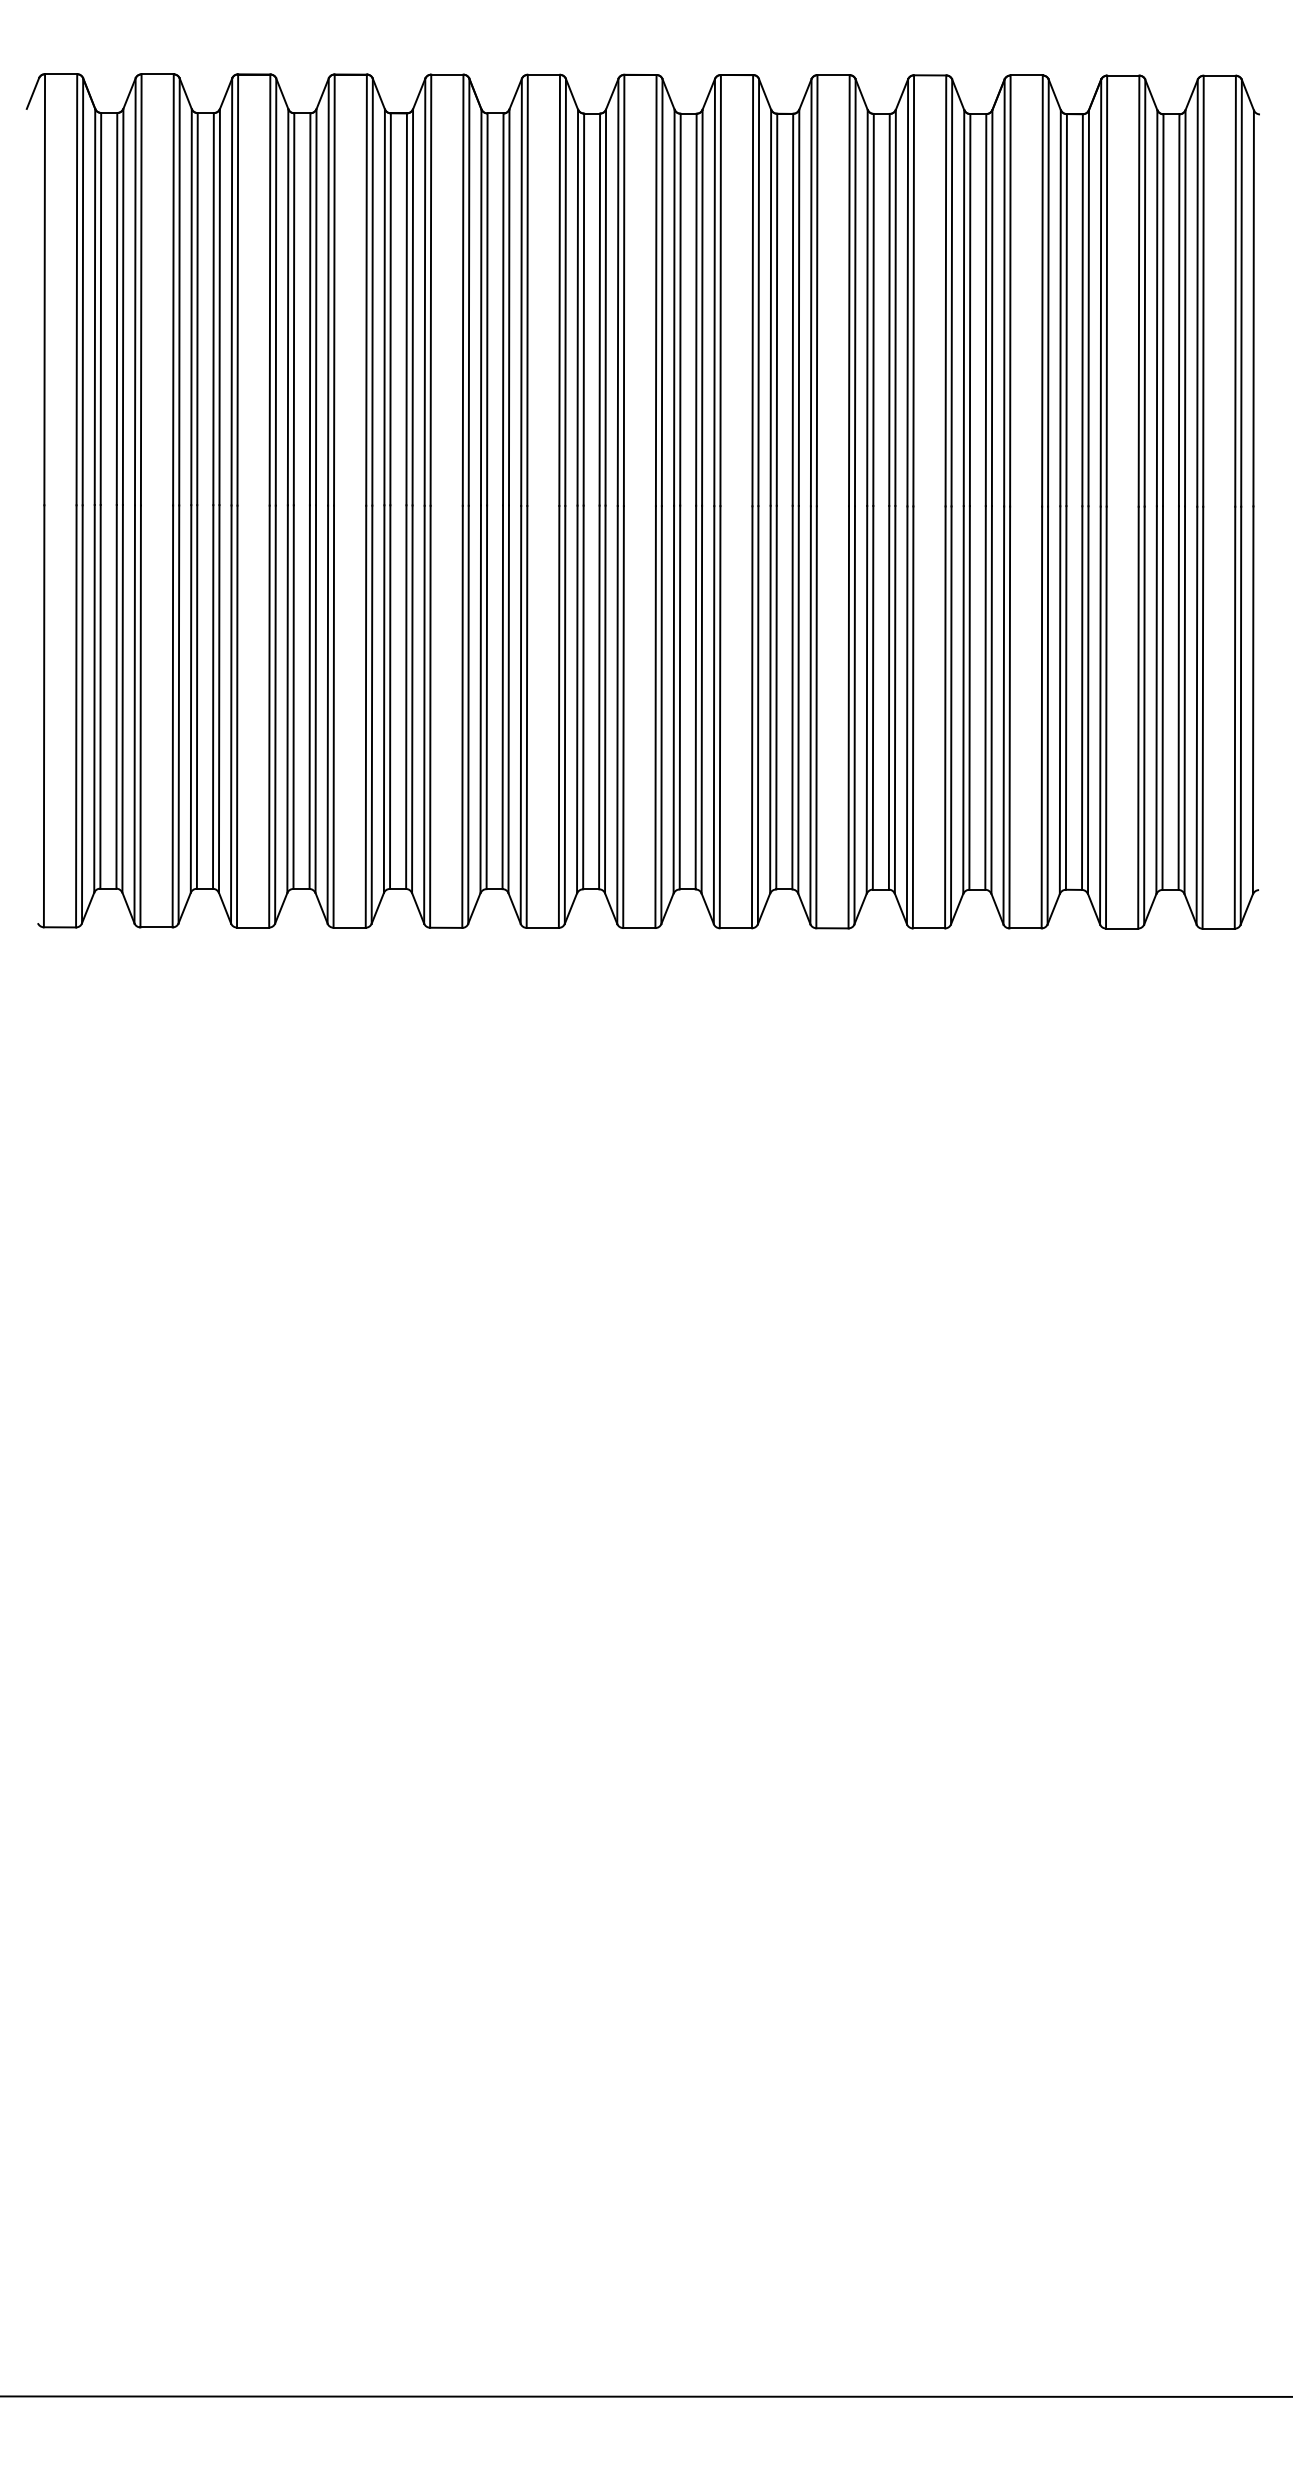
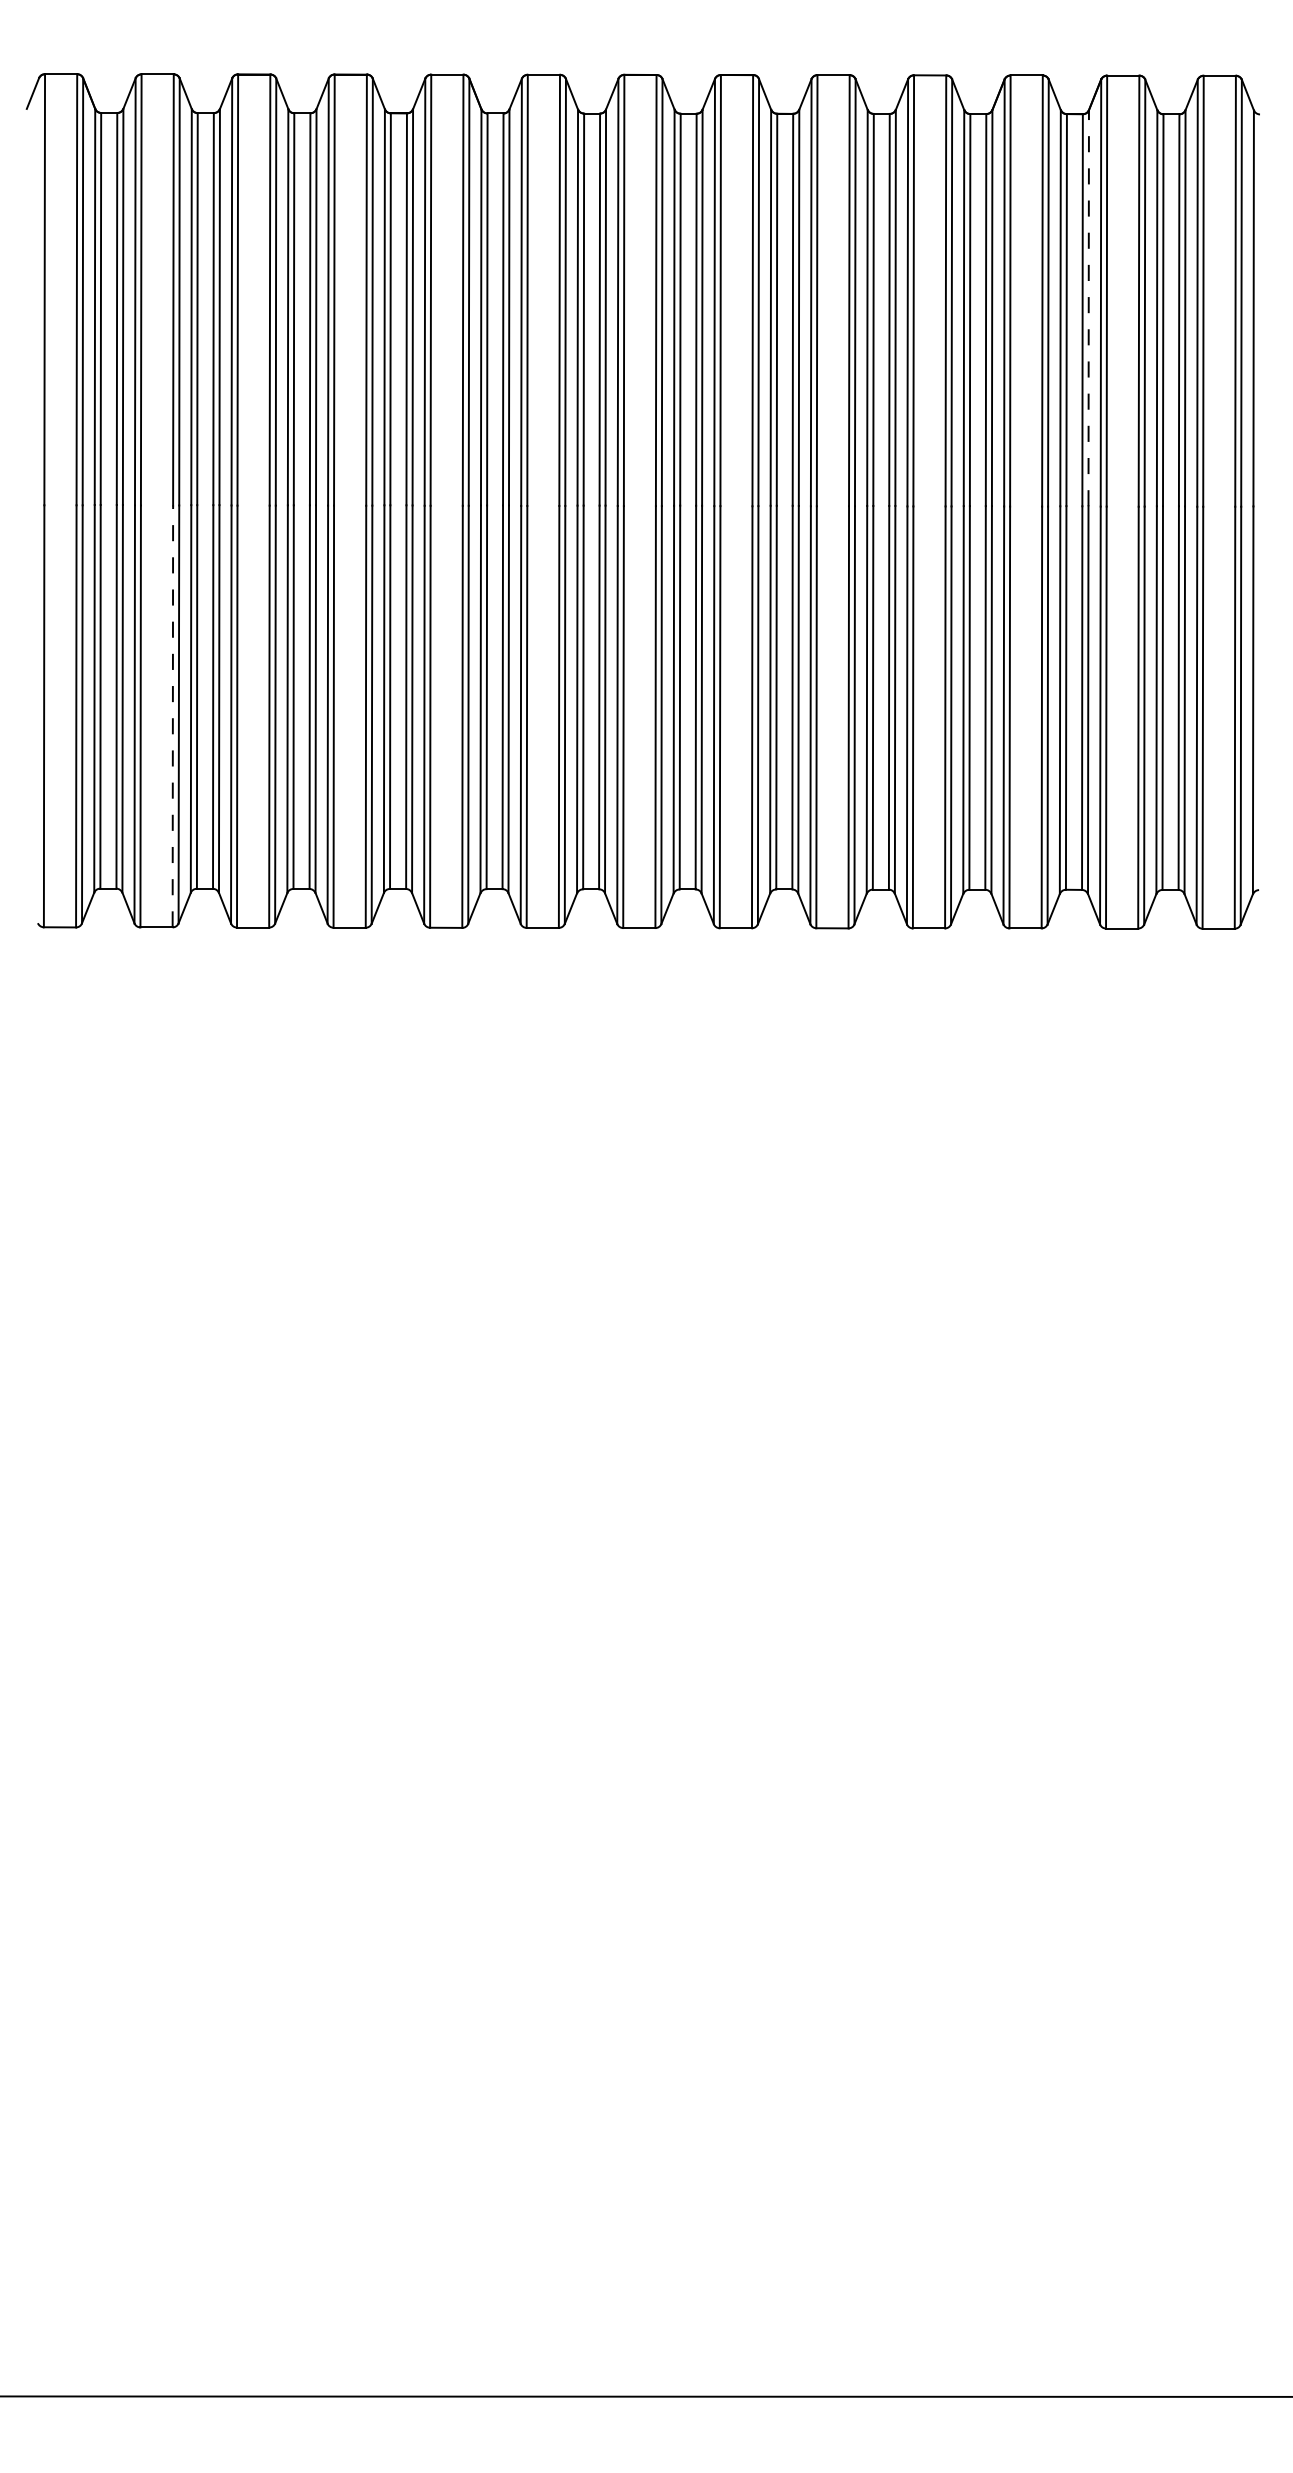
line at (1088, 307): solid -> dashed
line at (172, 716): solid -> dashed
